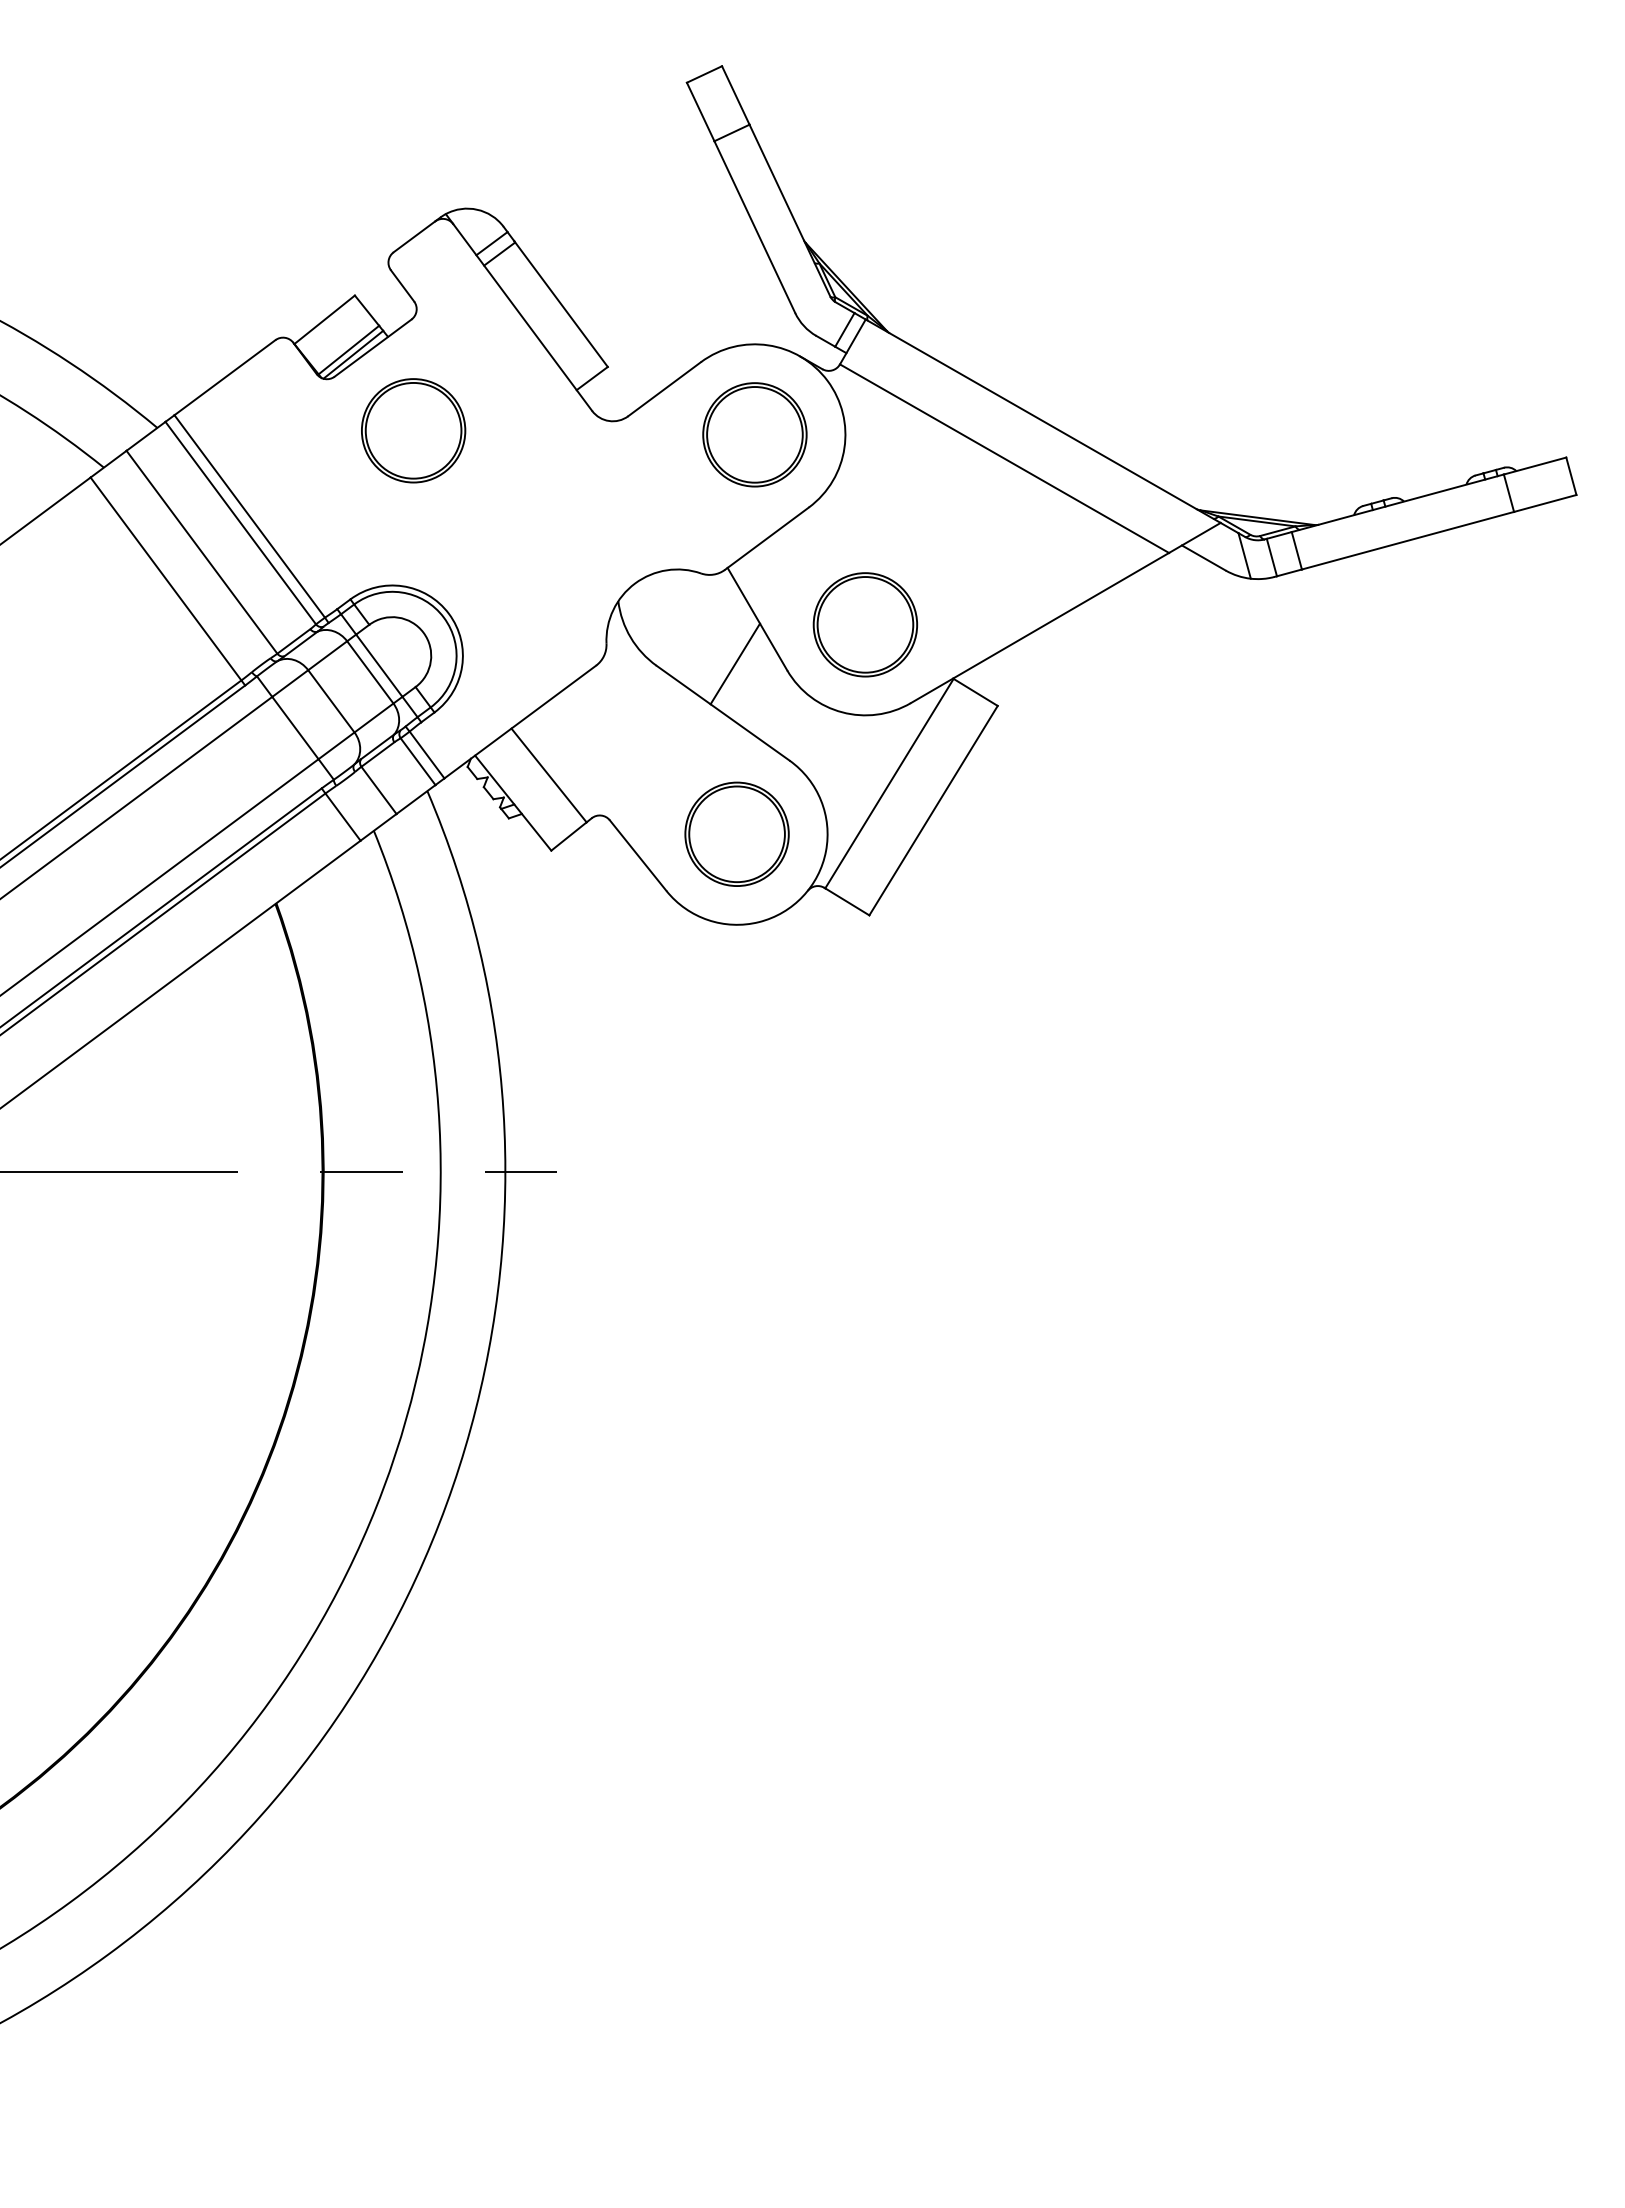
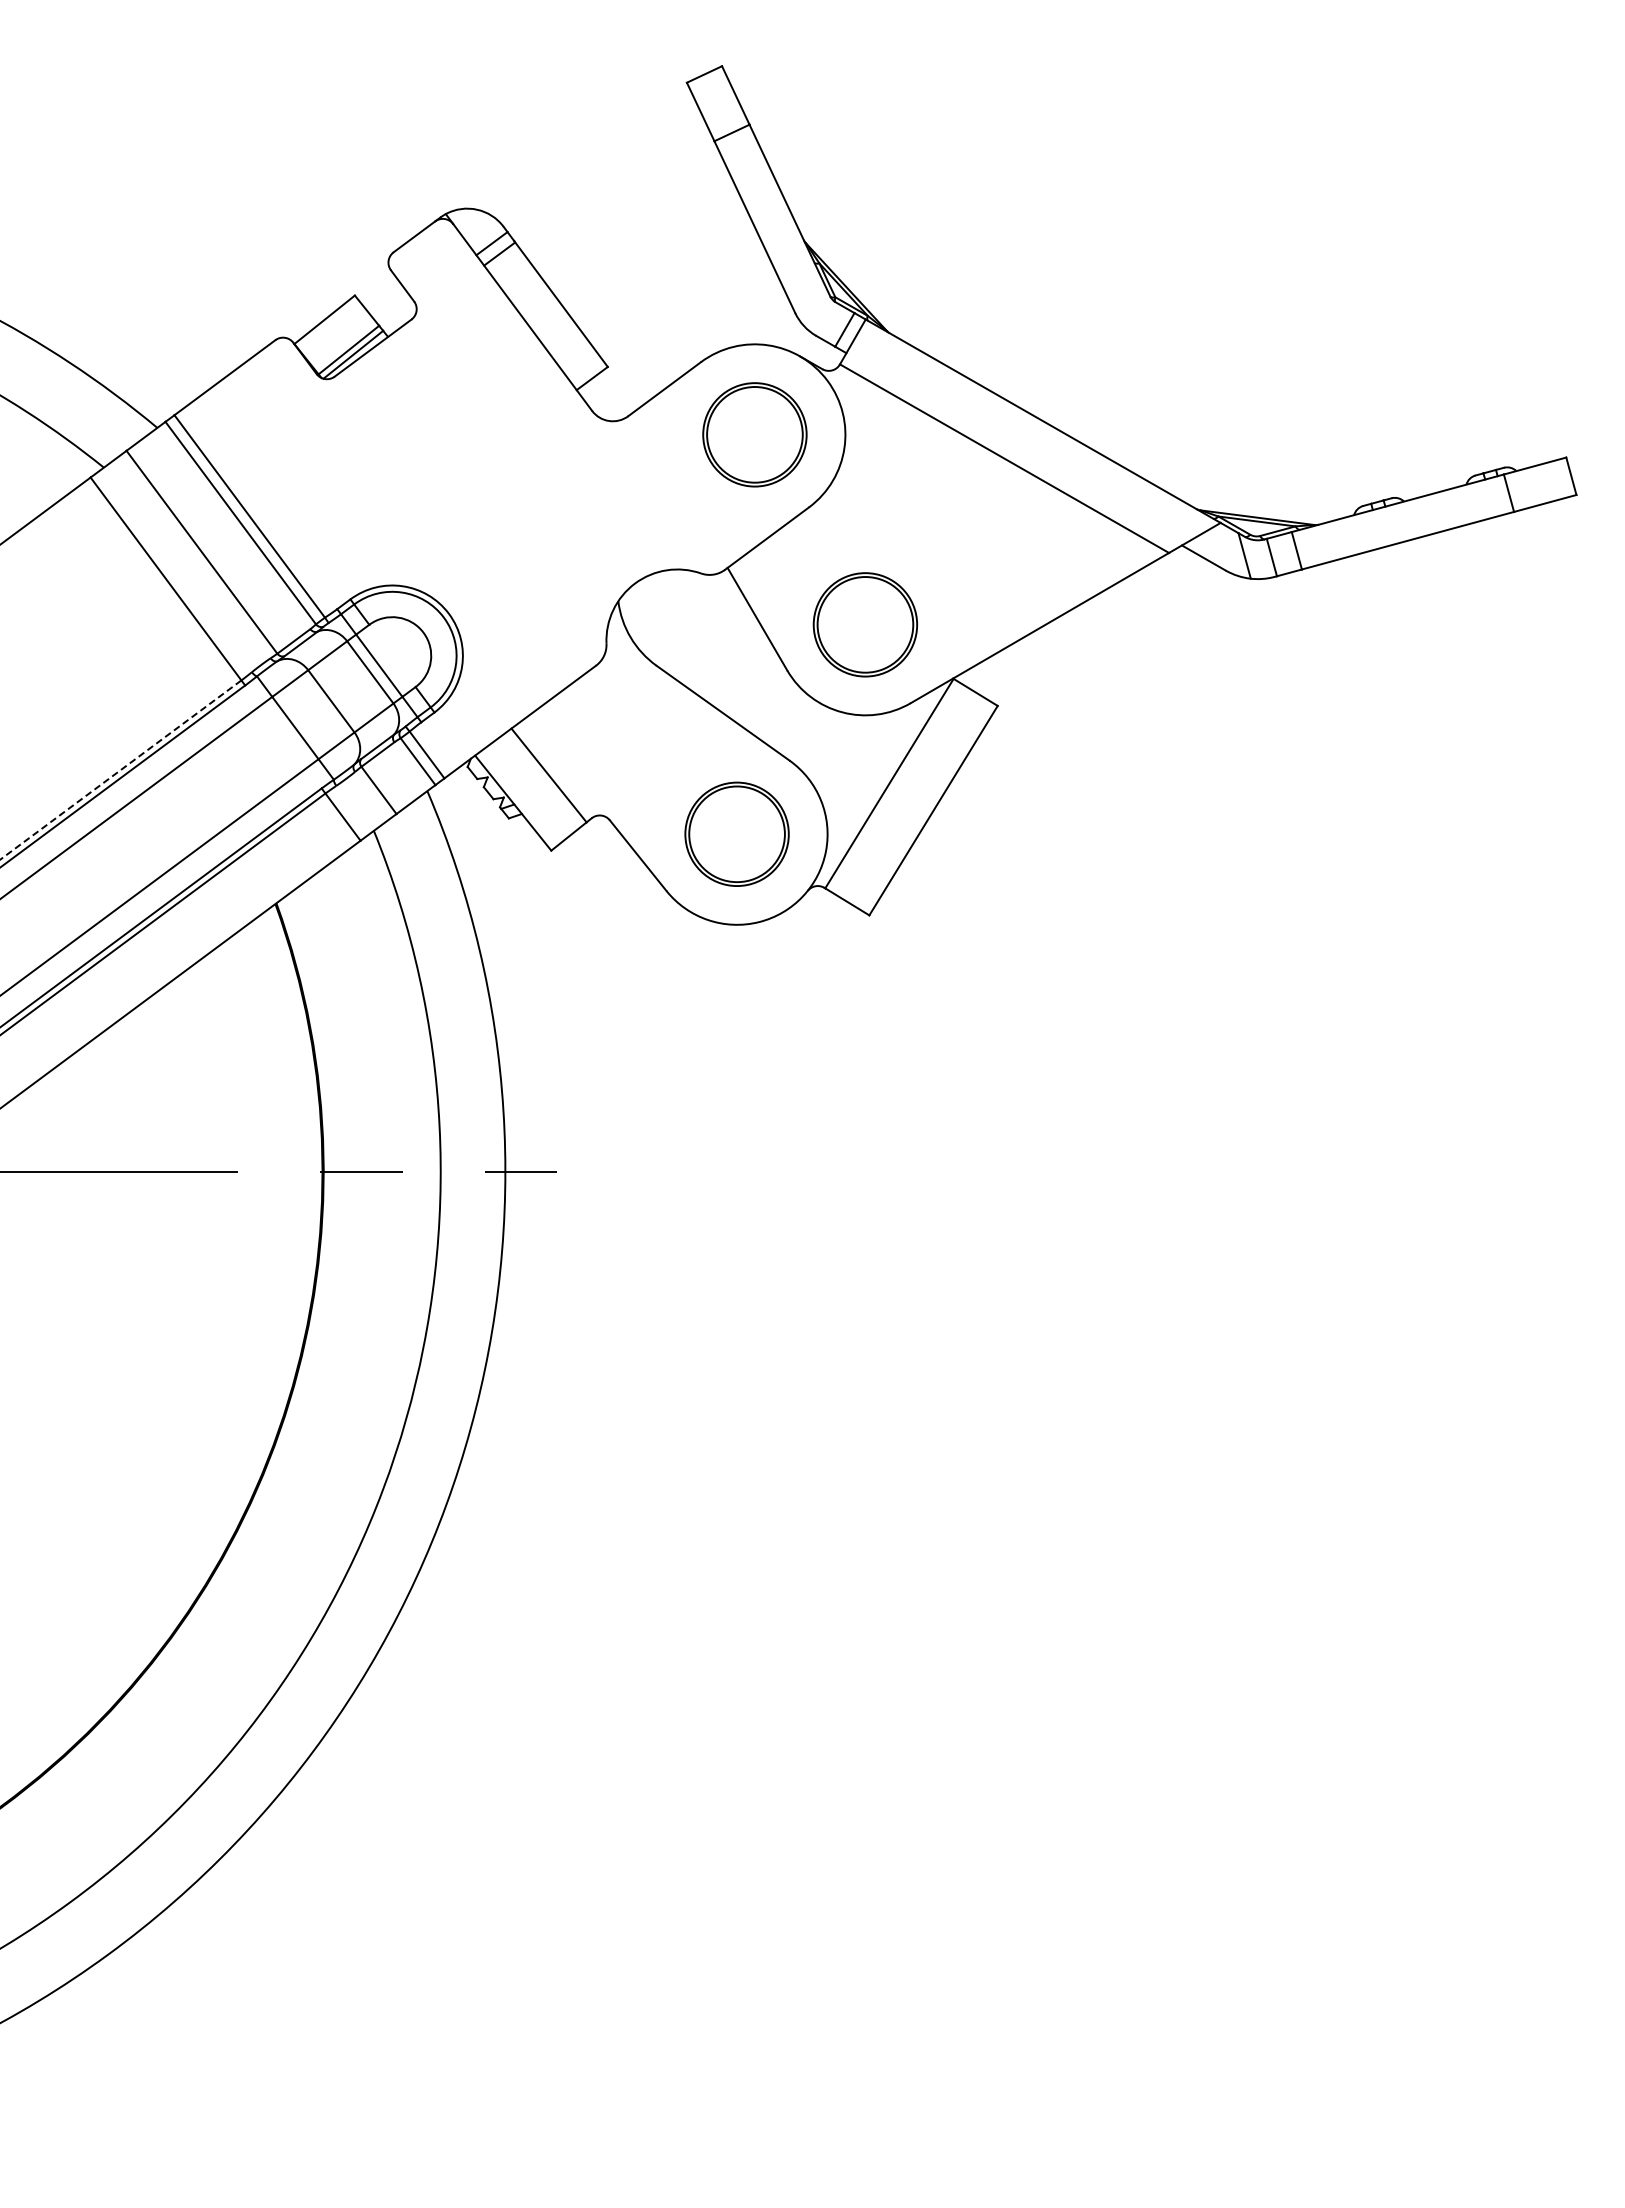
part at (413, 430): present -> none
line at (735, 663): present -> none
line at (121, 769): solid -> dashed
